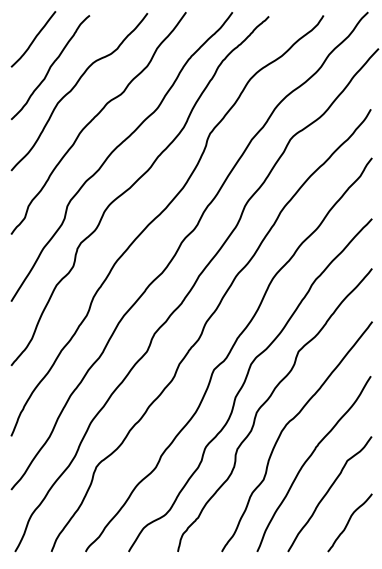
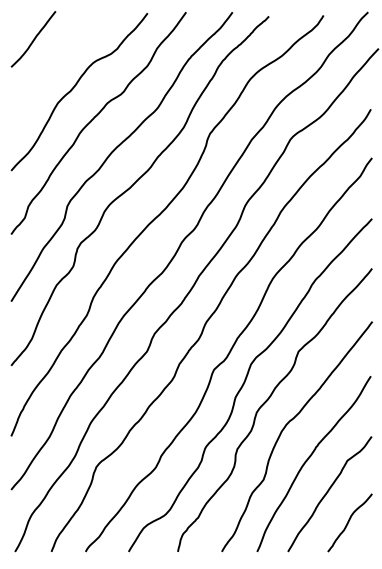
curve at (50, 67): present -> none
